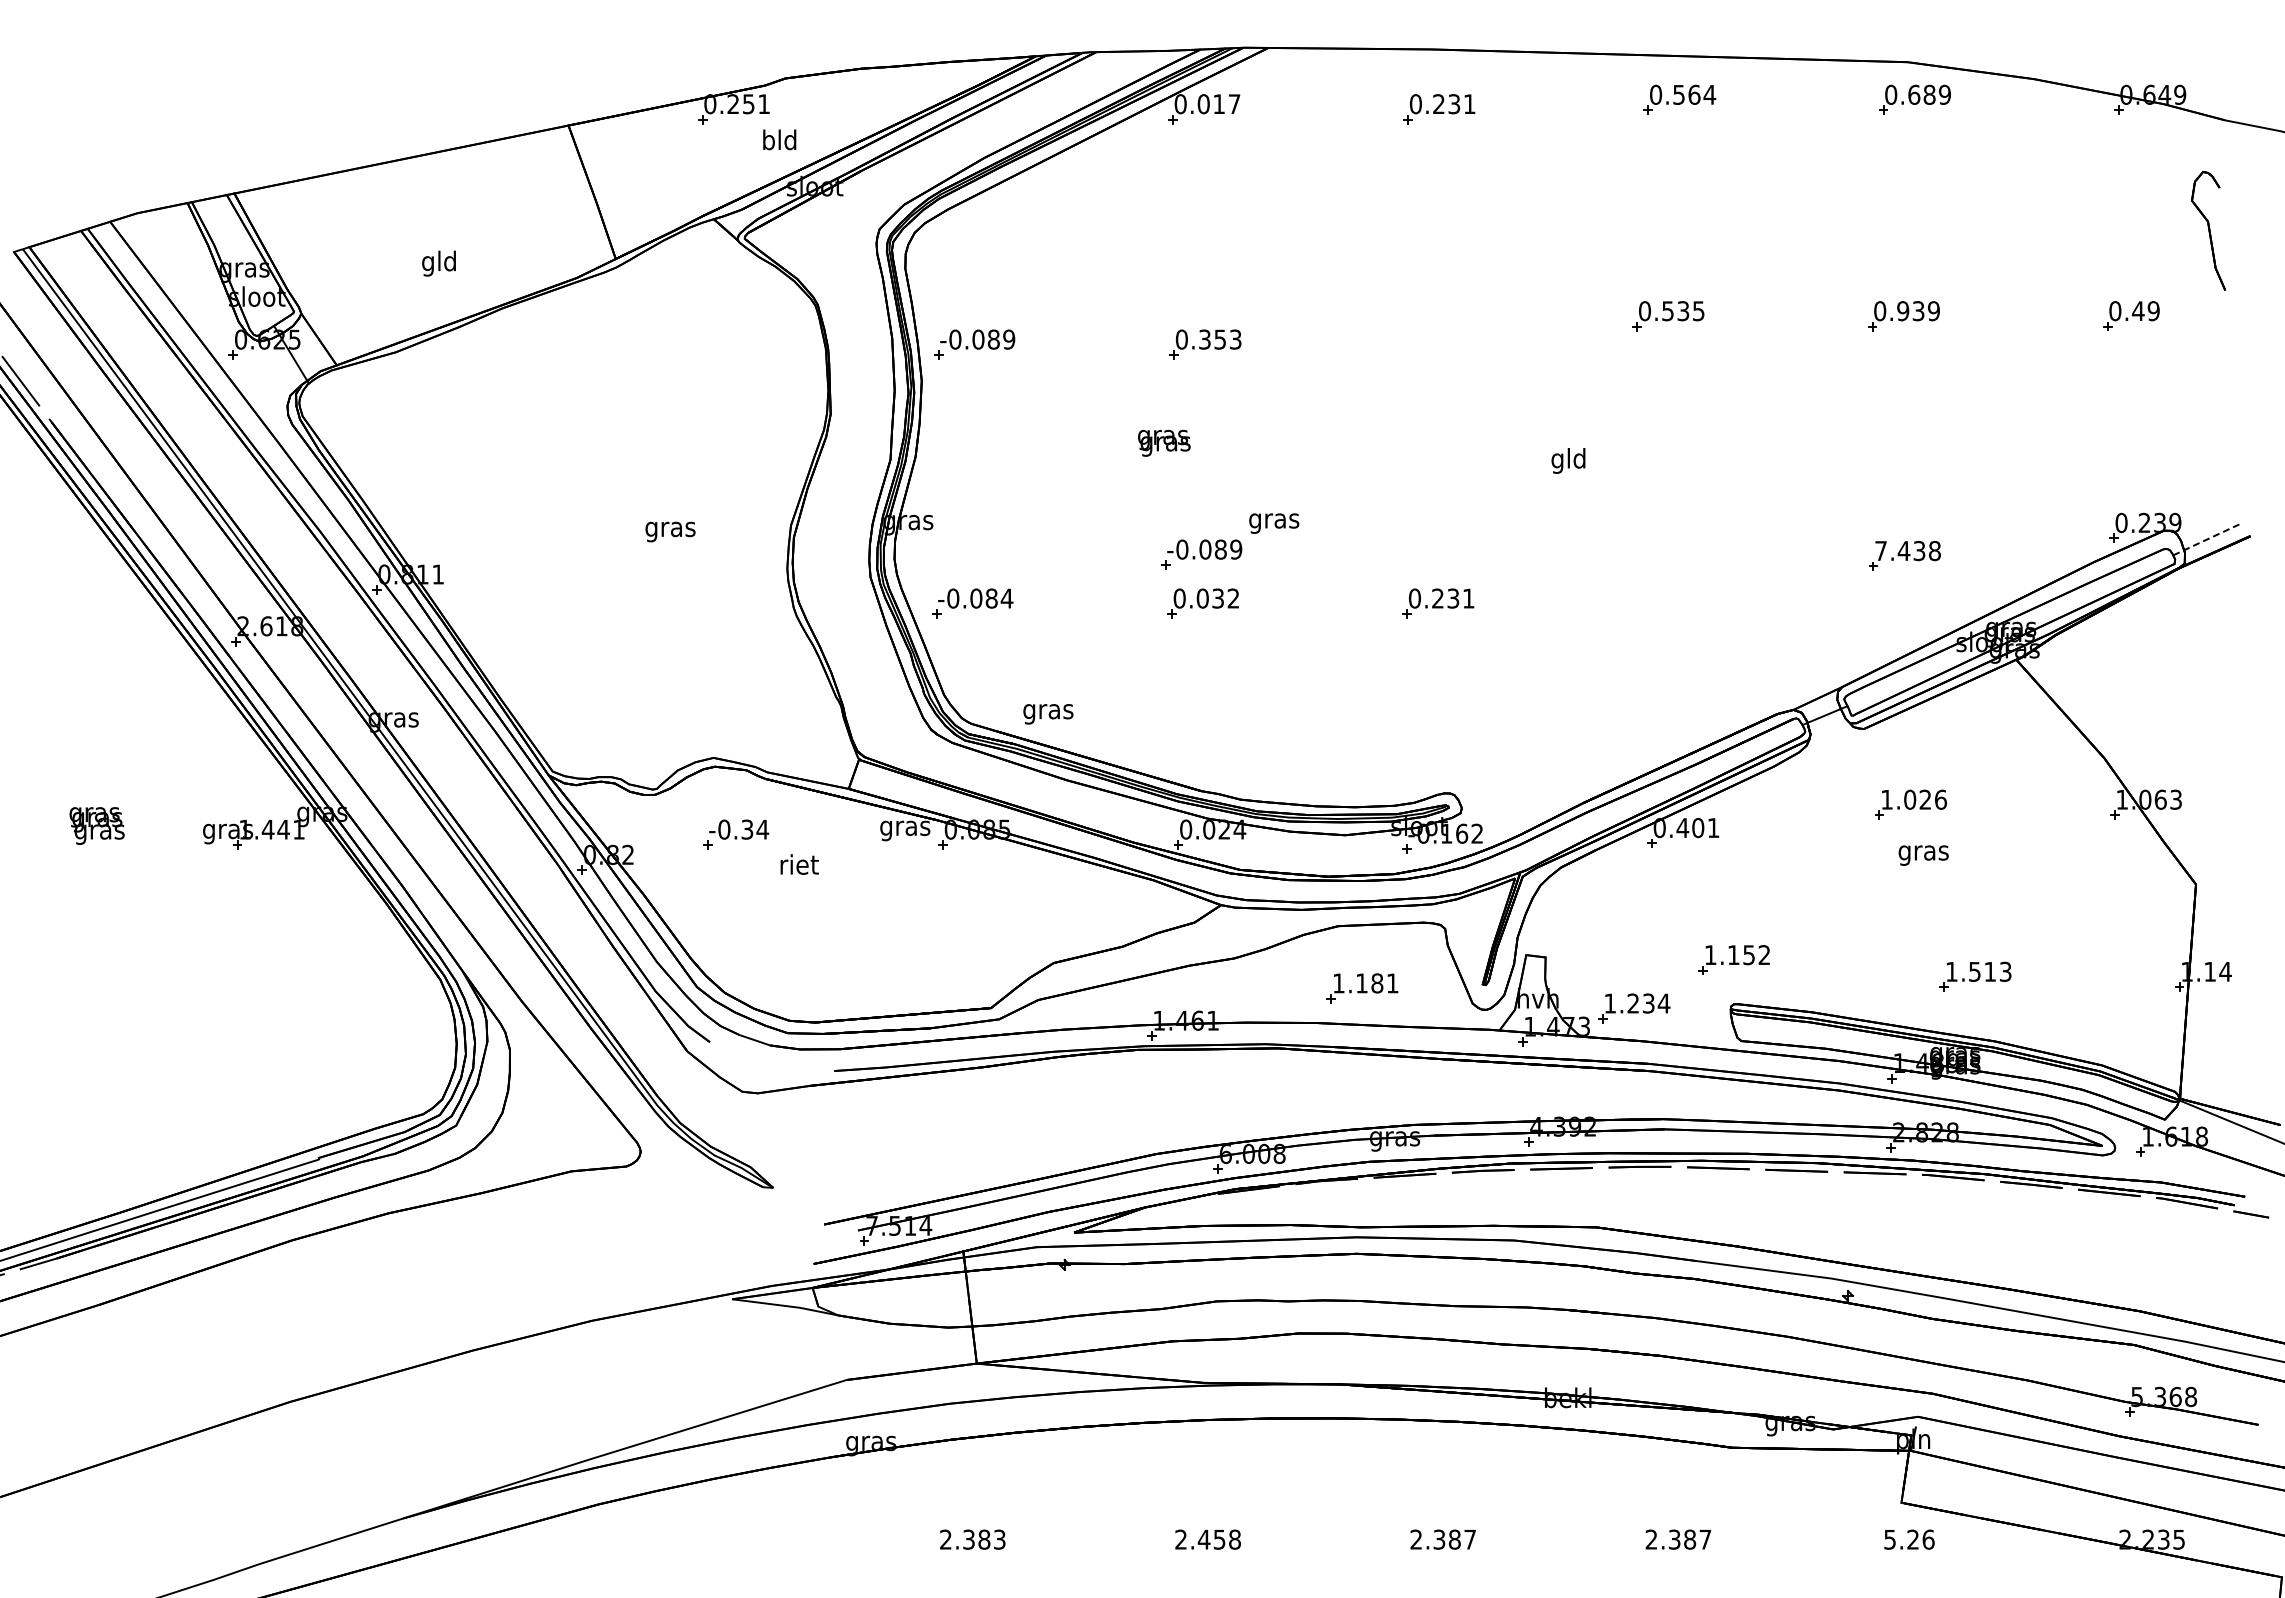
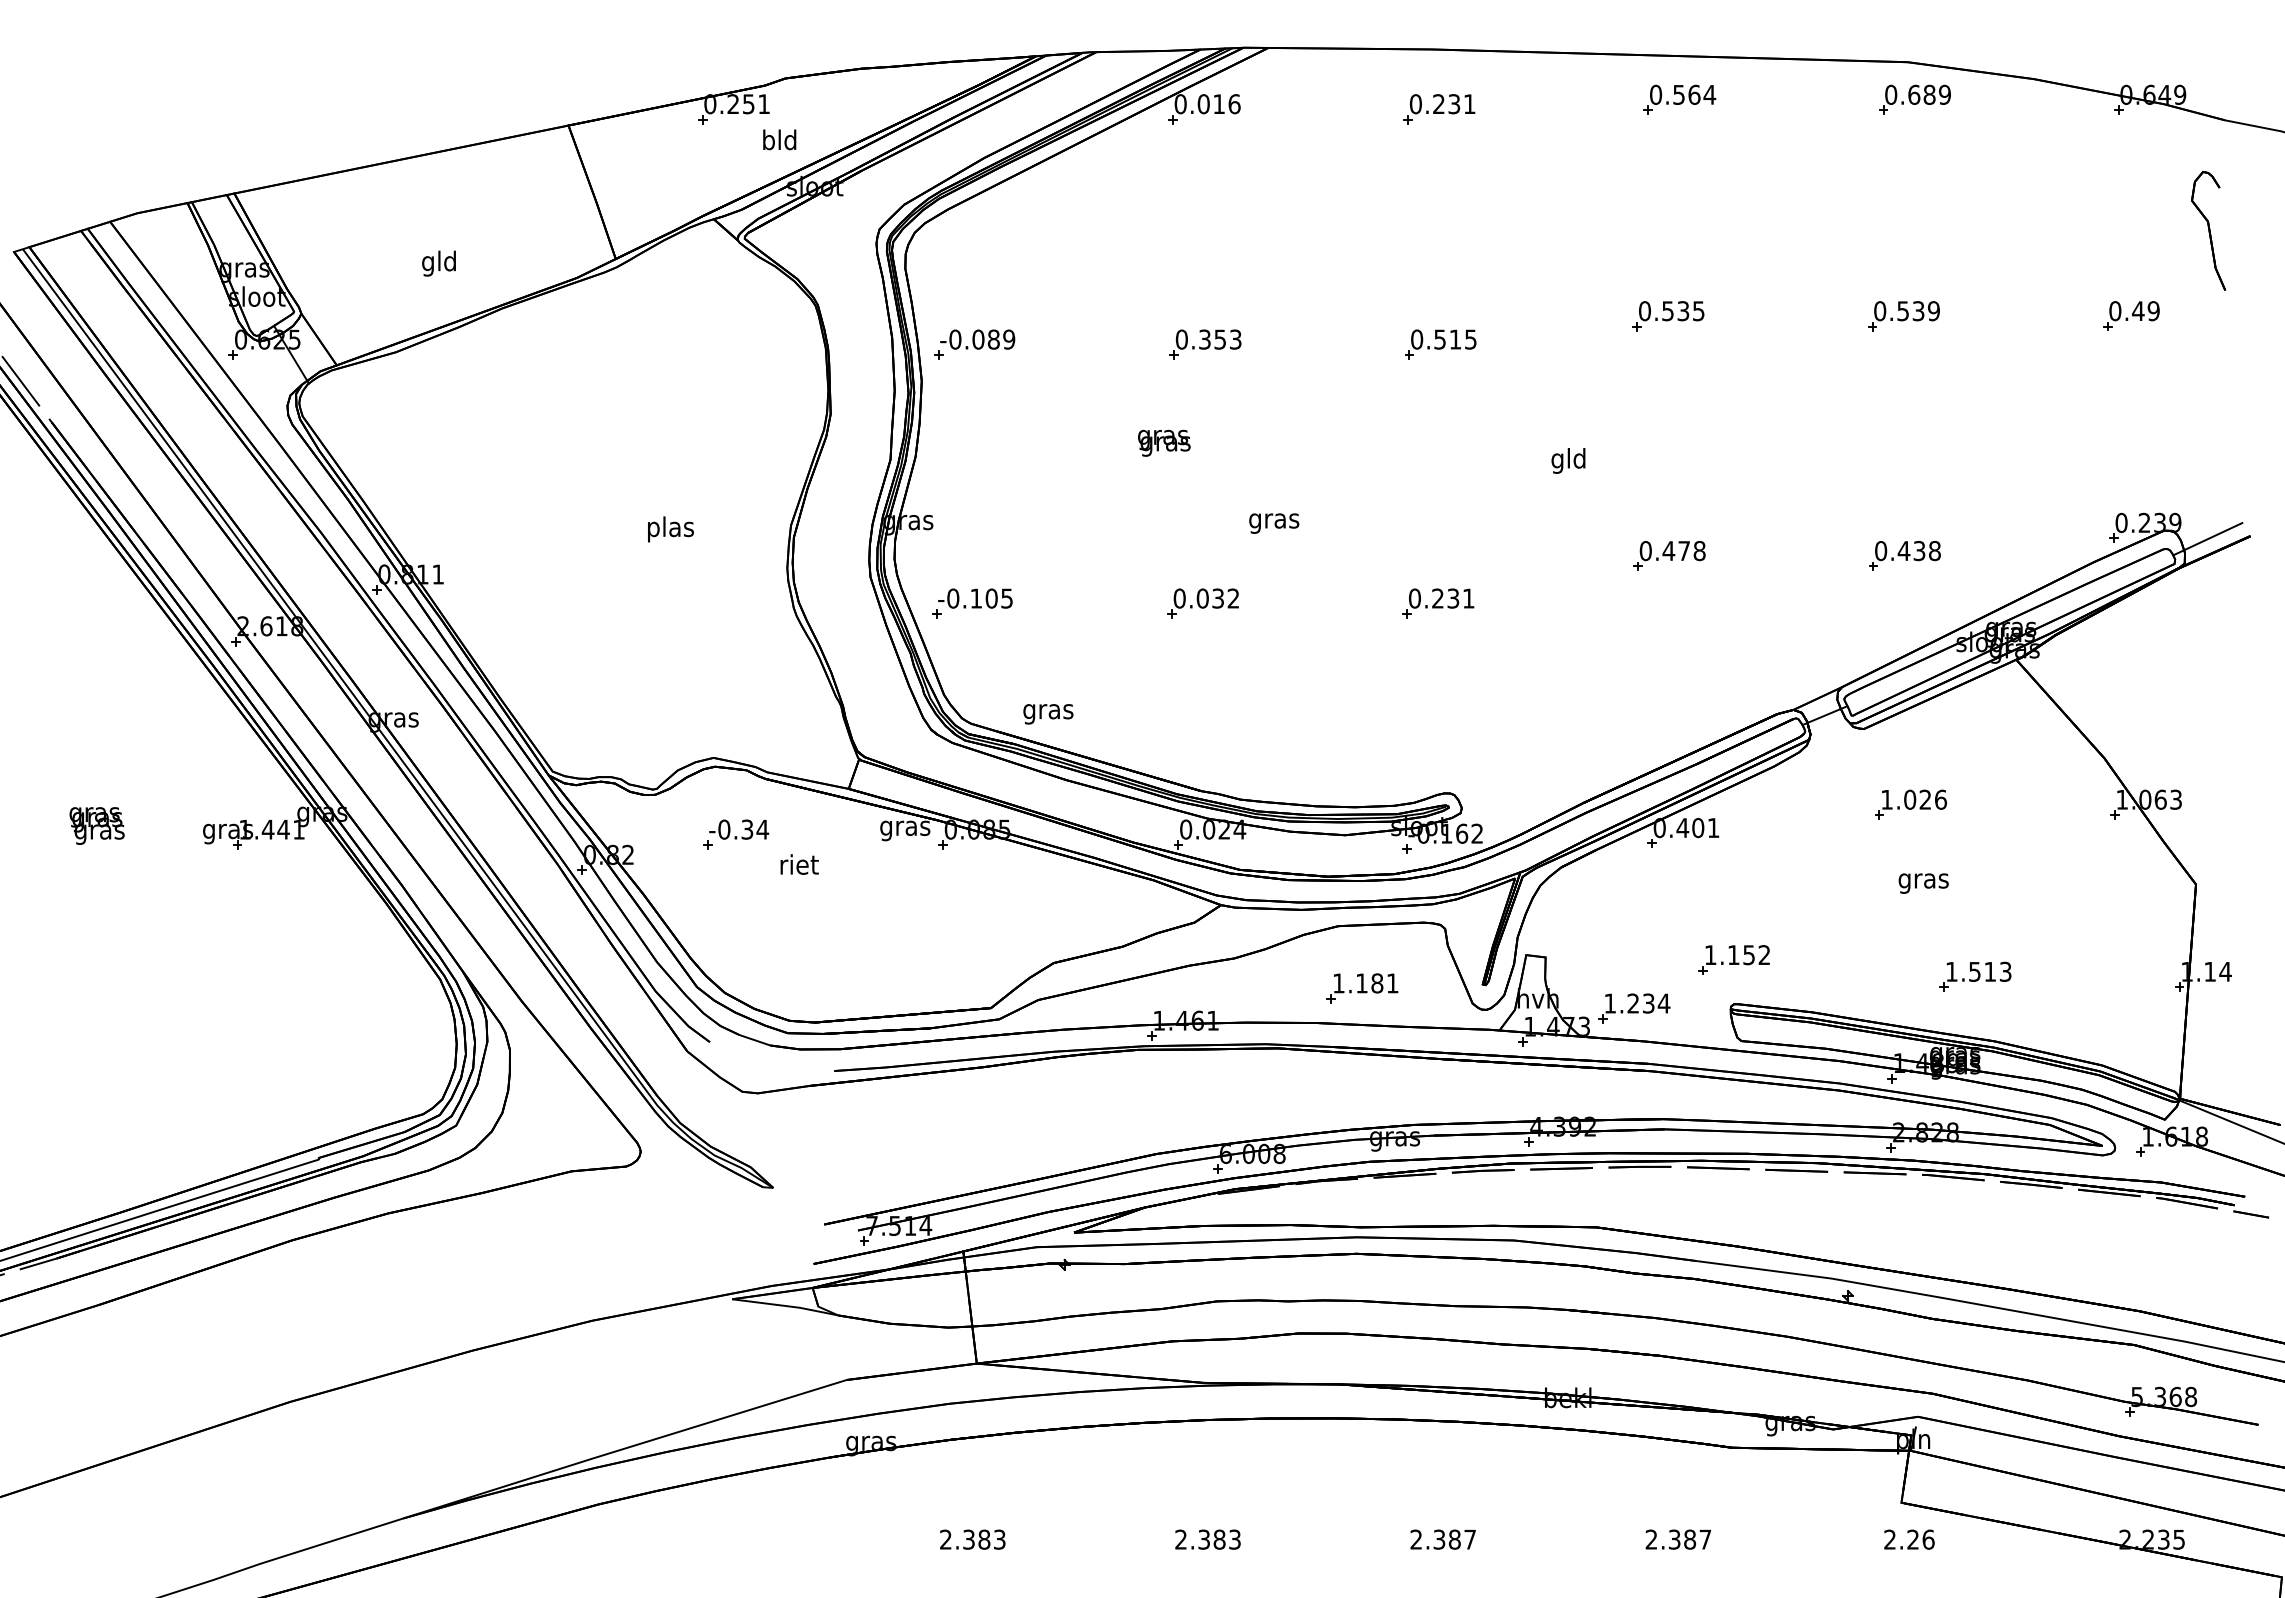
text at (1234, 104): 0.017 -> 0.016
text at (1903, 310): 0.939 -> 0.539
part at (1440, 344): none -> present
text at (670, 529): gras -> plas
line at (2208, 538): dashed -> solid
text at (1881, 551): 7.438 -> 0.438
part at (1201, 554): present -> none
part at (1669, 555): none -> present
text at (991, 598): -0.084 -> -0.105
text at (1923, 855) position: (1923, 855) -> (1923, 883)
text at (1218, 1539): 2.458 -> 2.383
text at (1889, 1539): 5.26 -> 2.26
